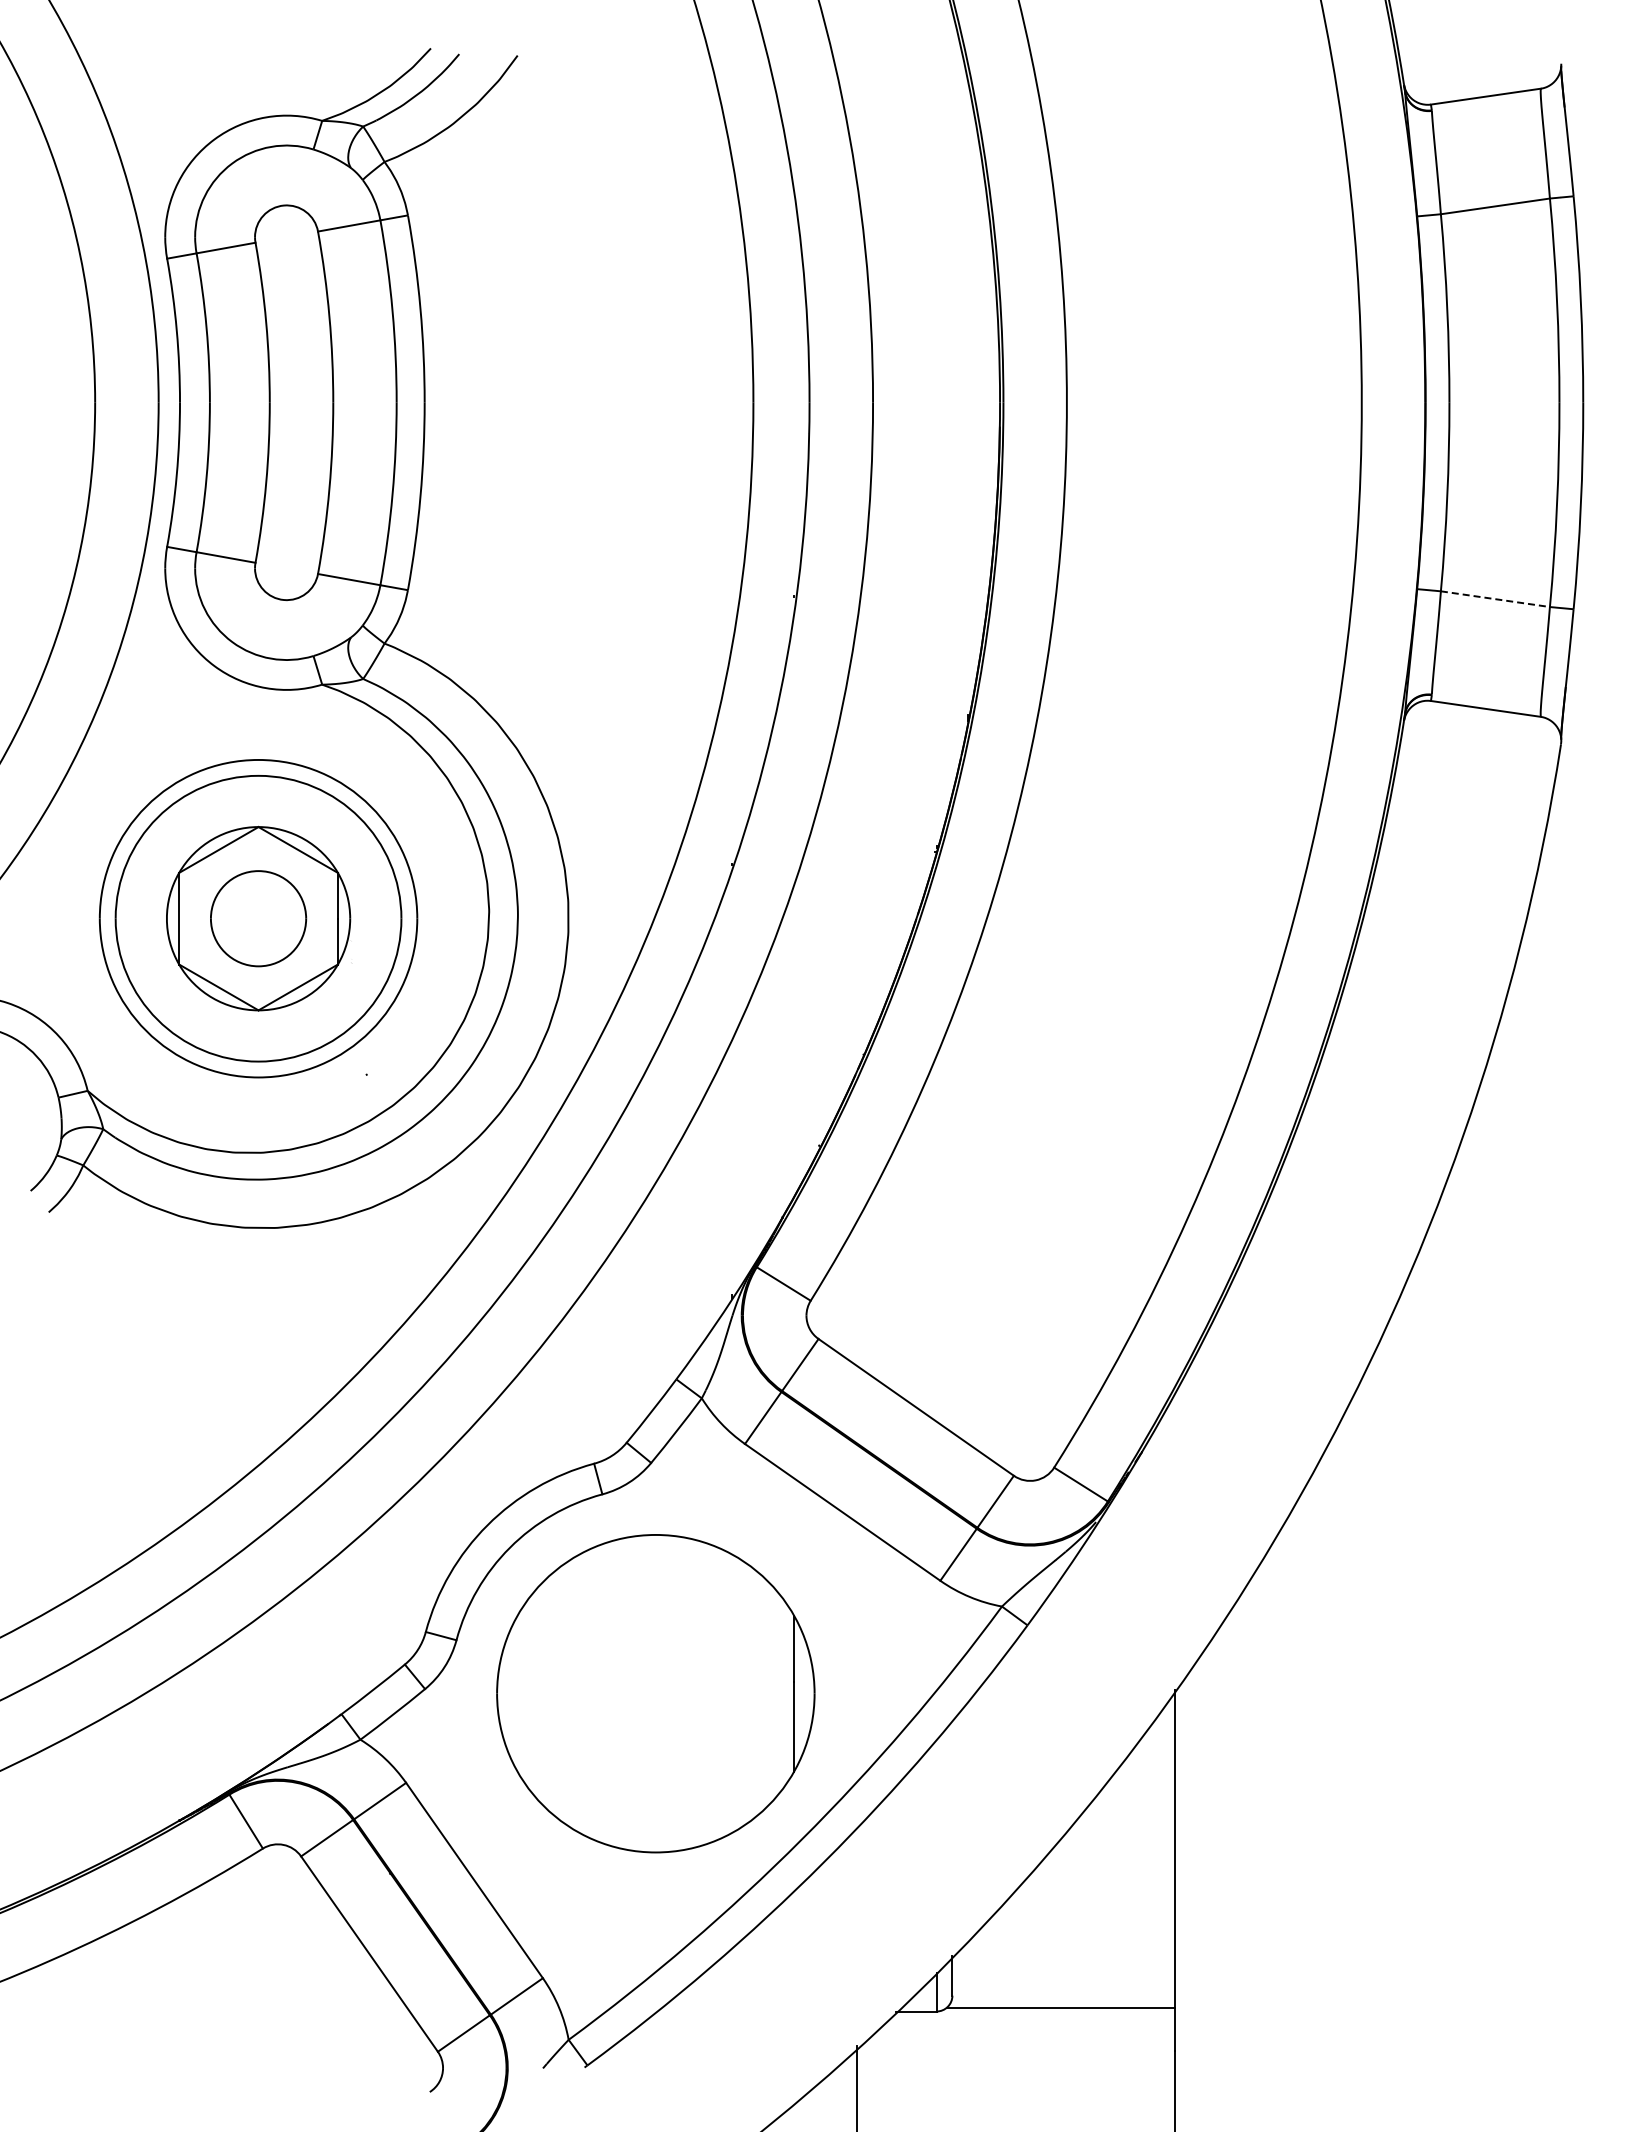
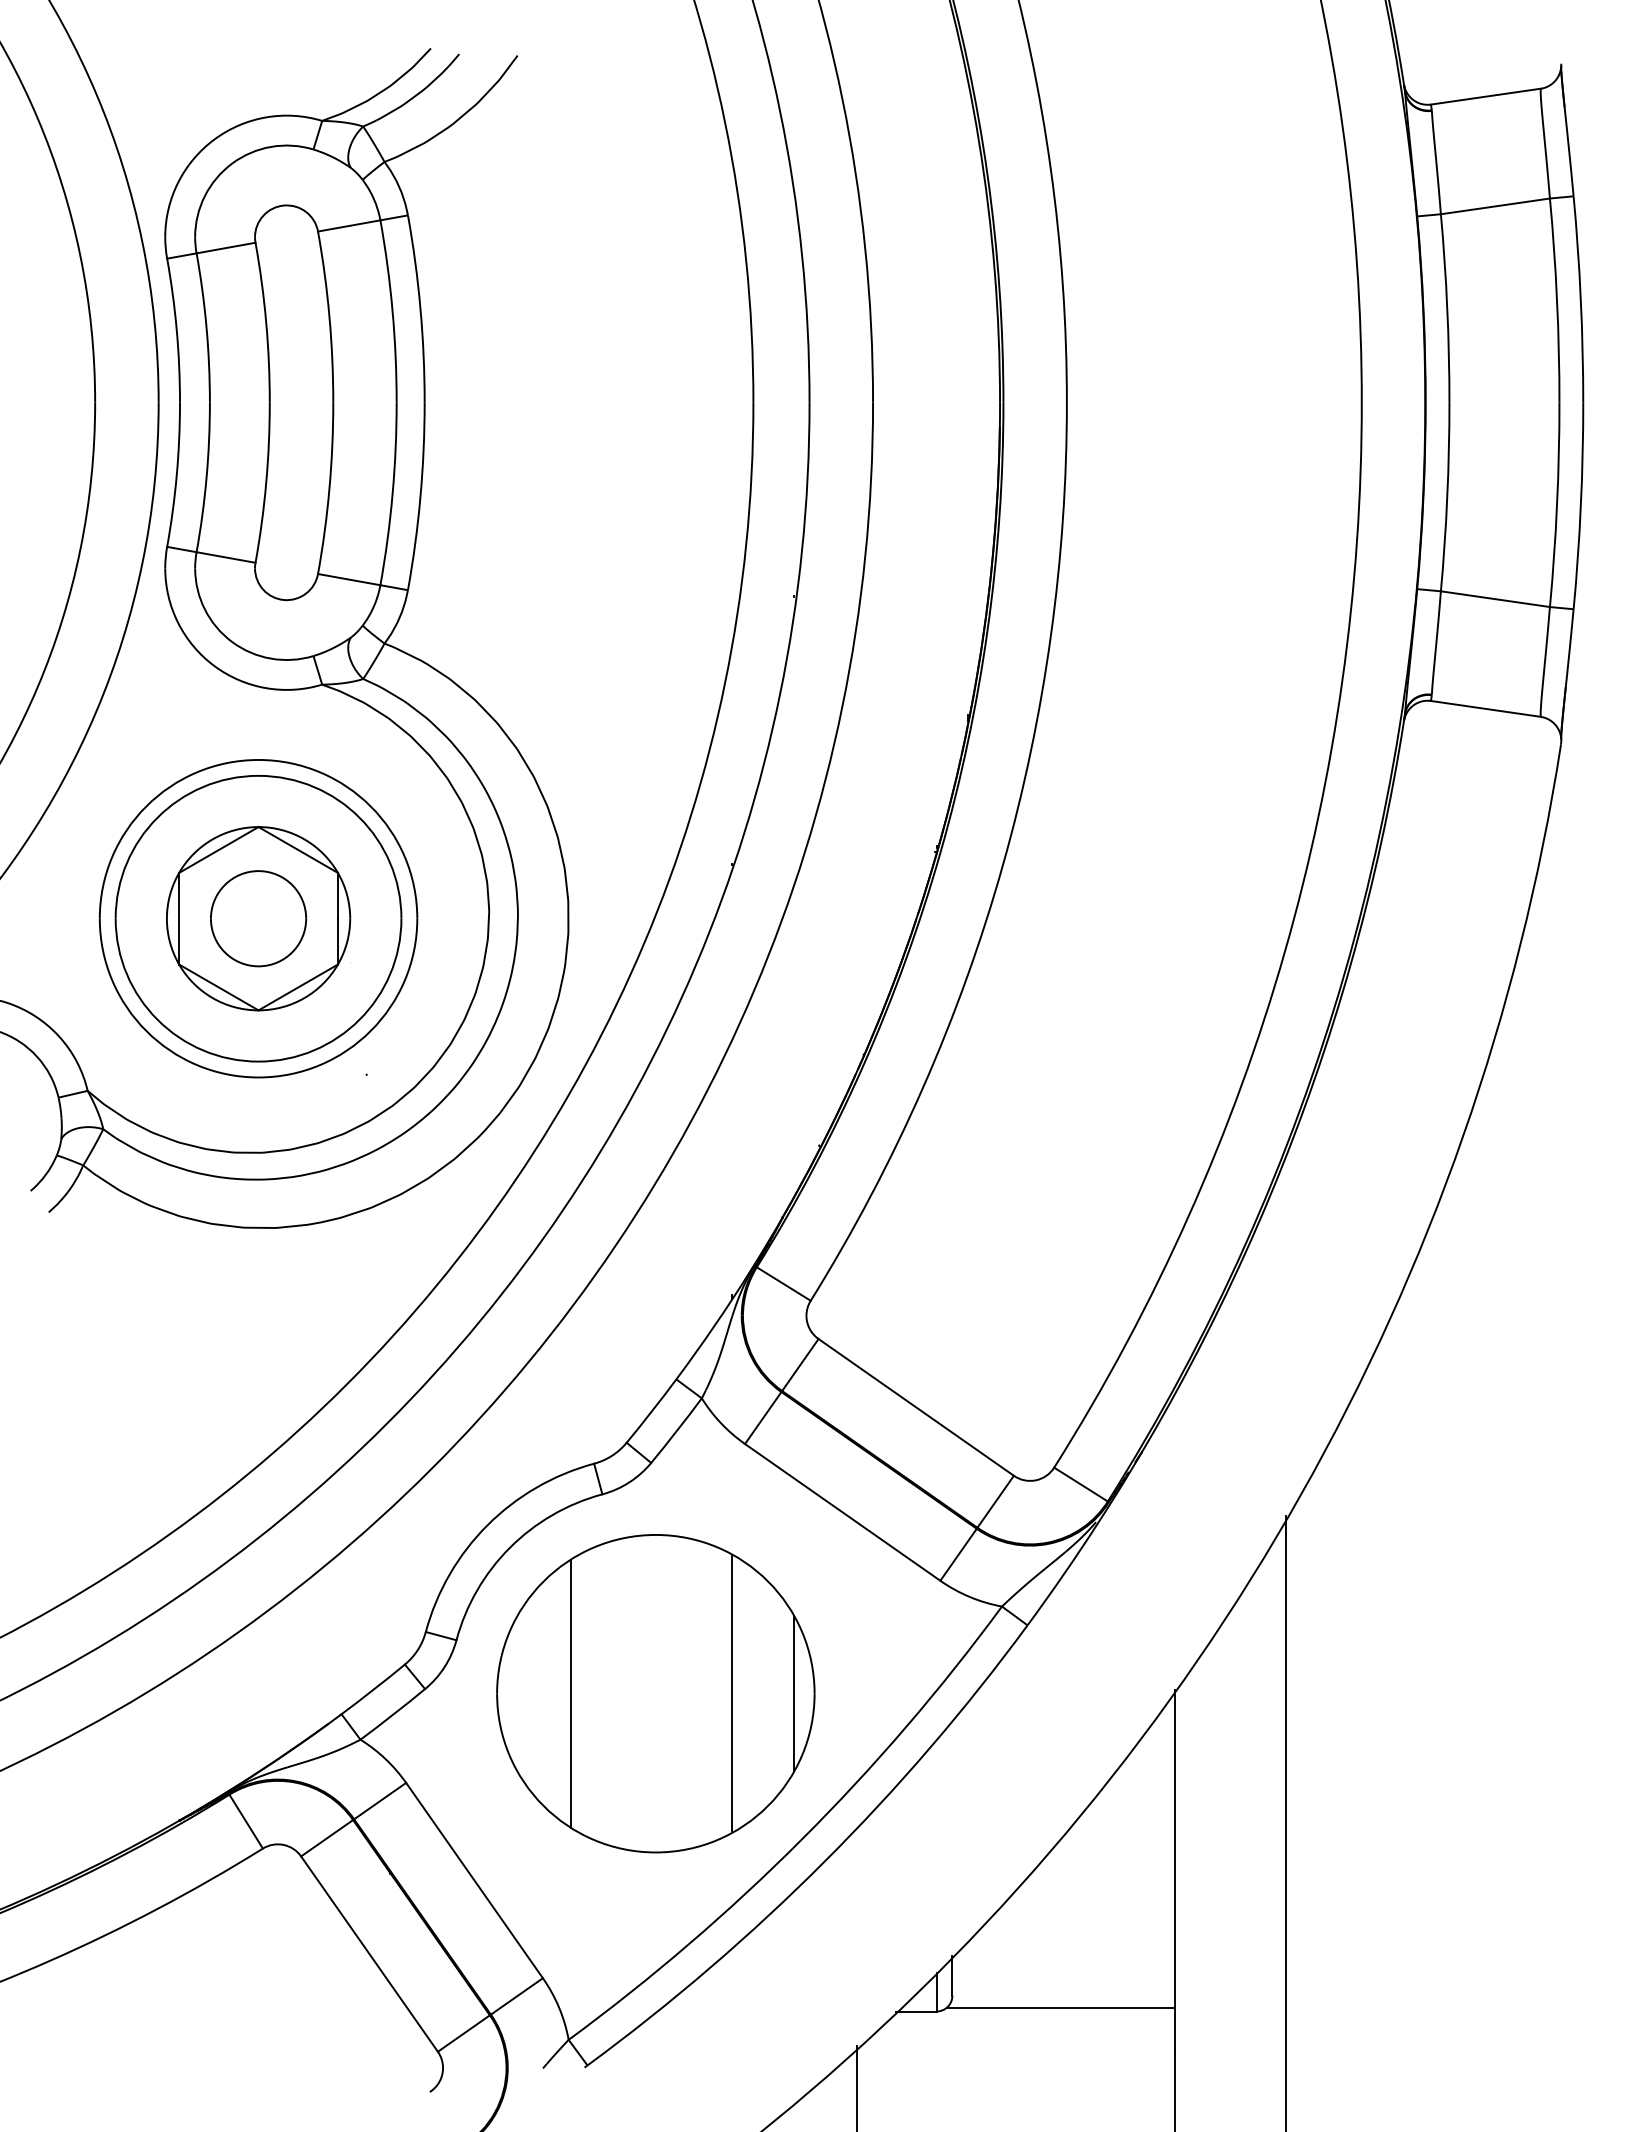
line at (1495, 599): dashed -> solid
line at (571, 1693): none -> present
line at (732, 1693): none -> present
line at (1285, 1822): none -> present
